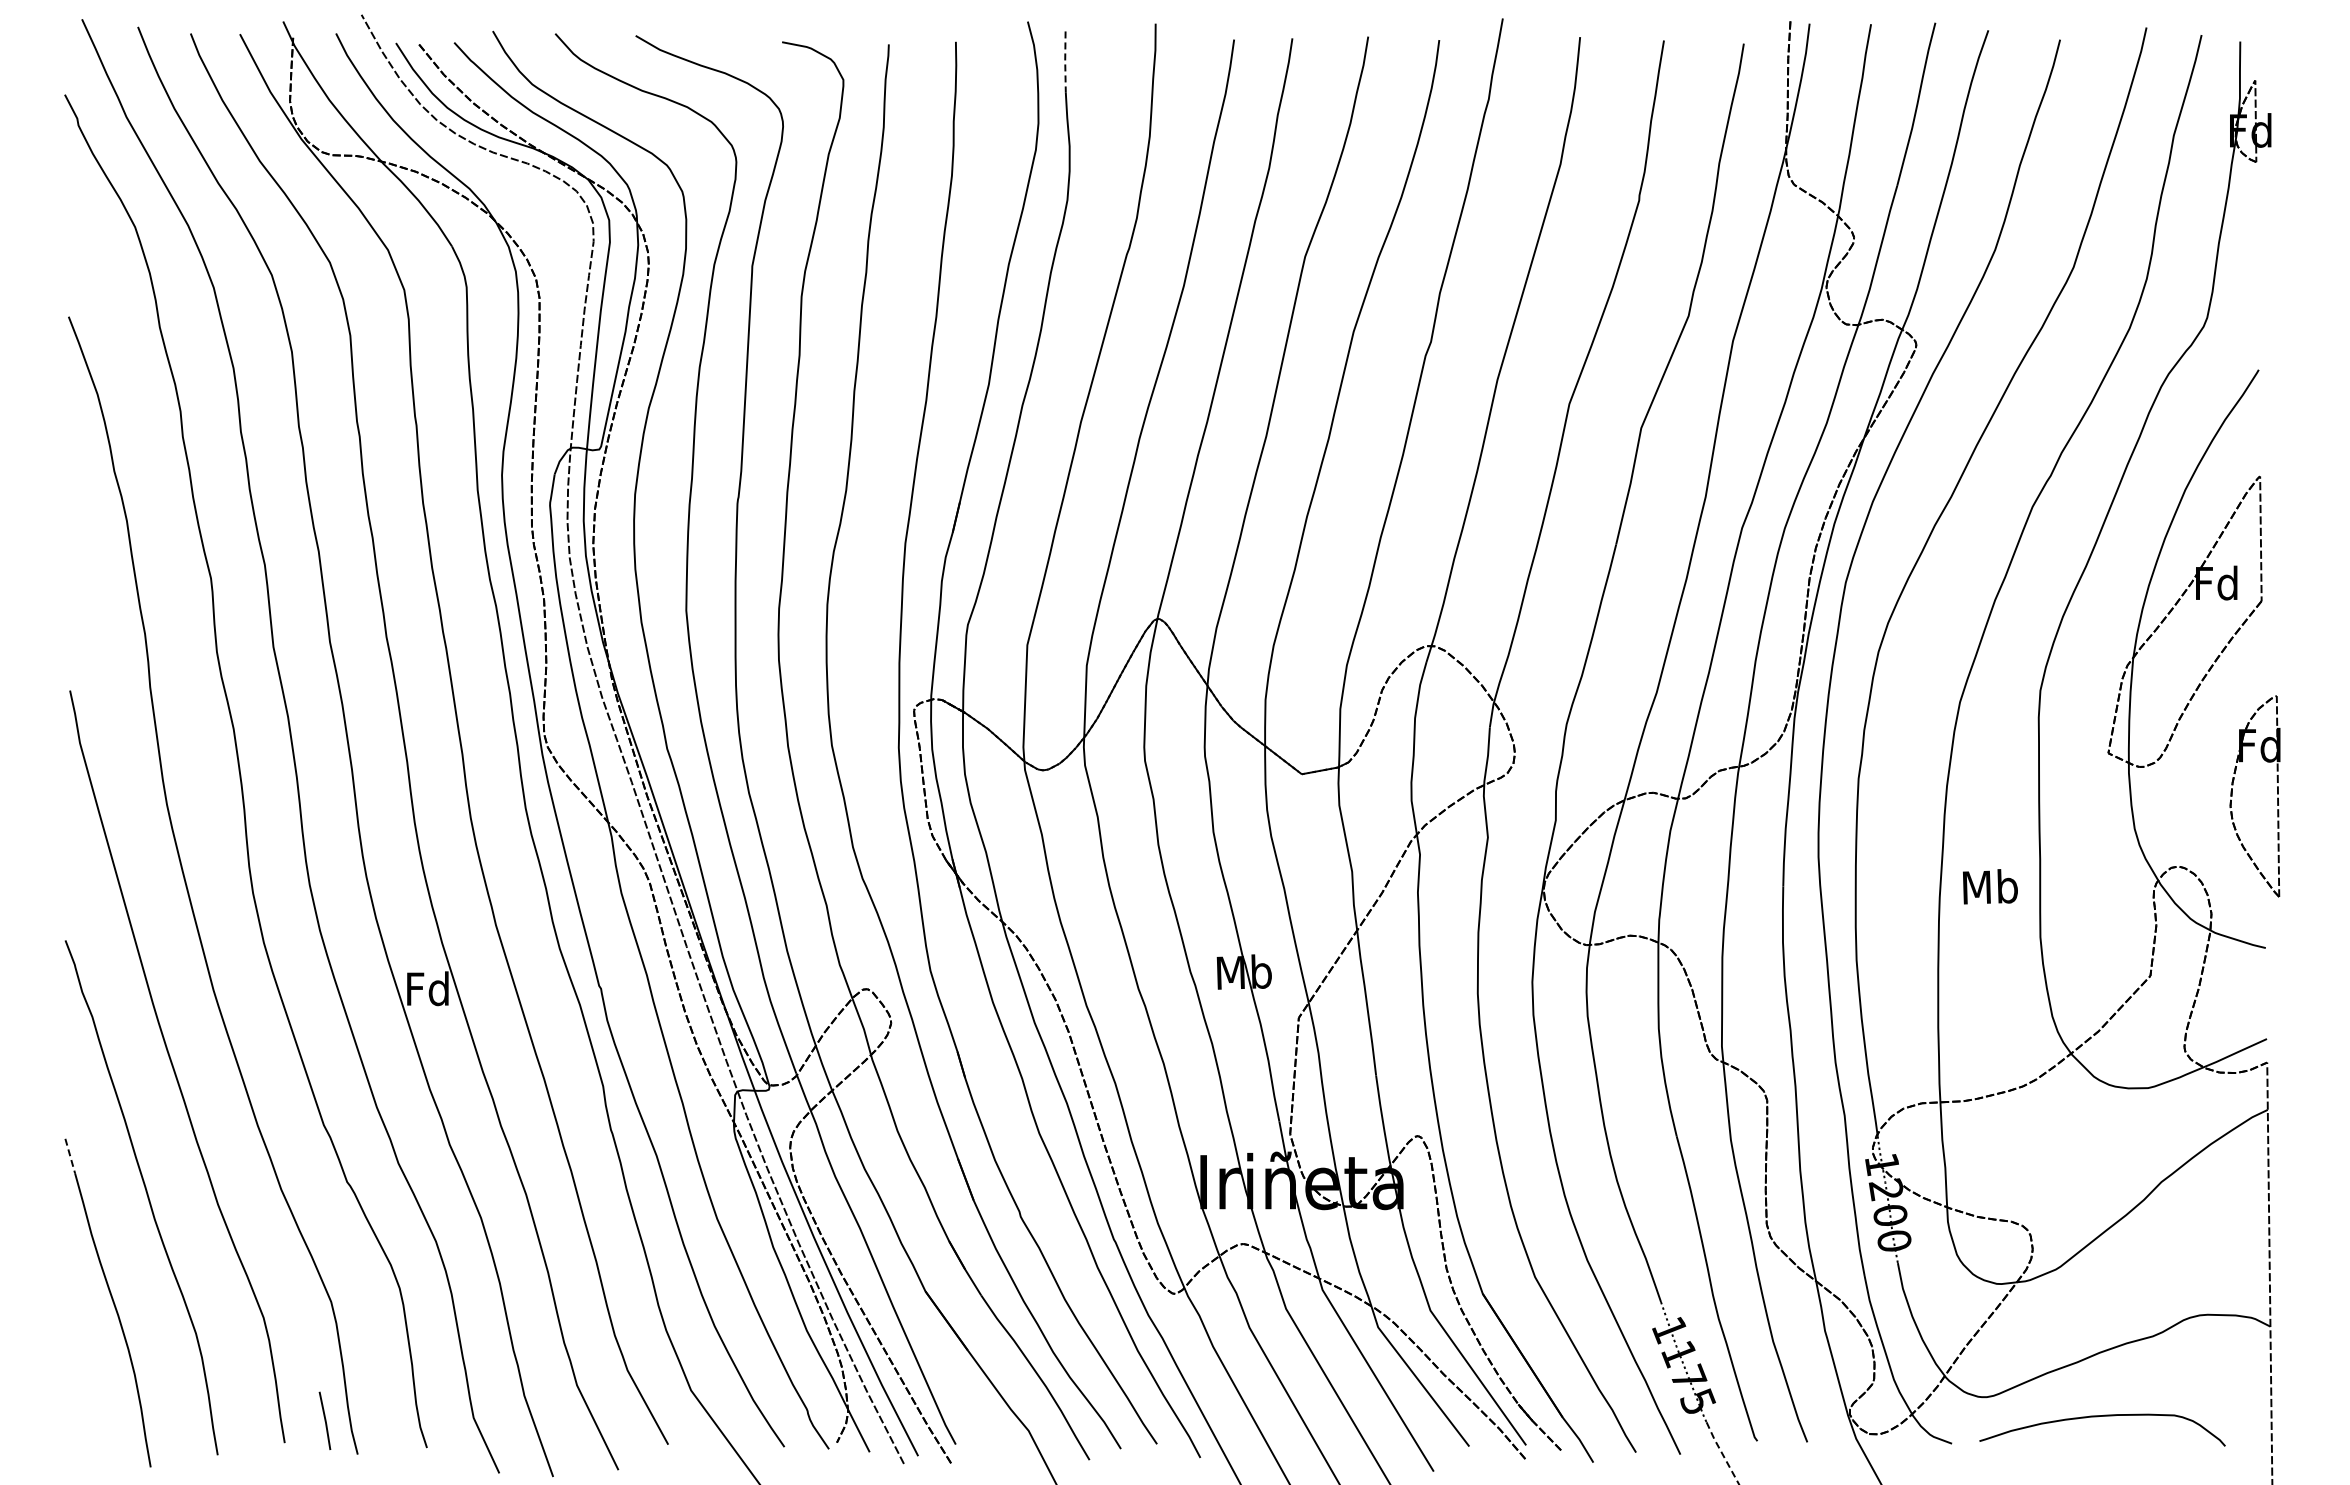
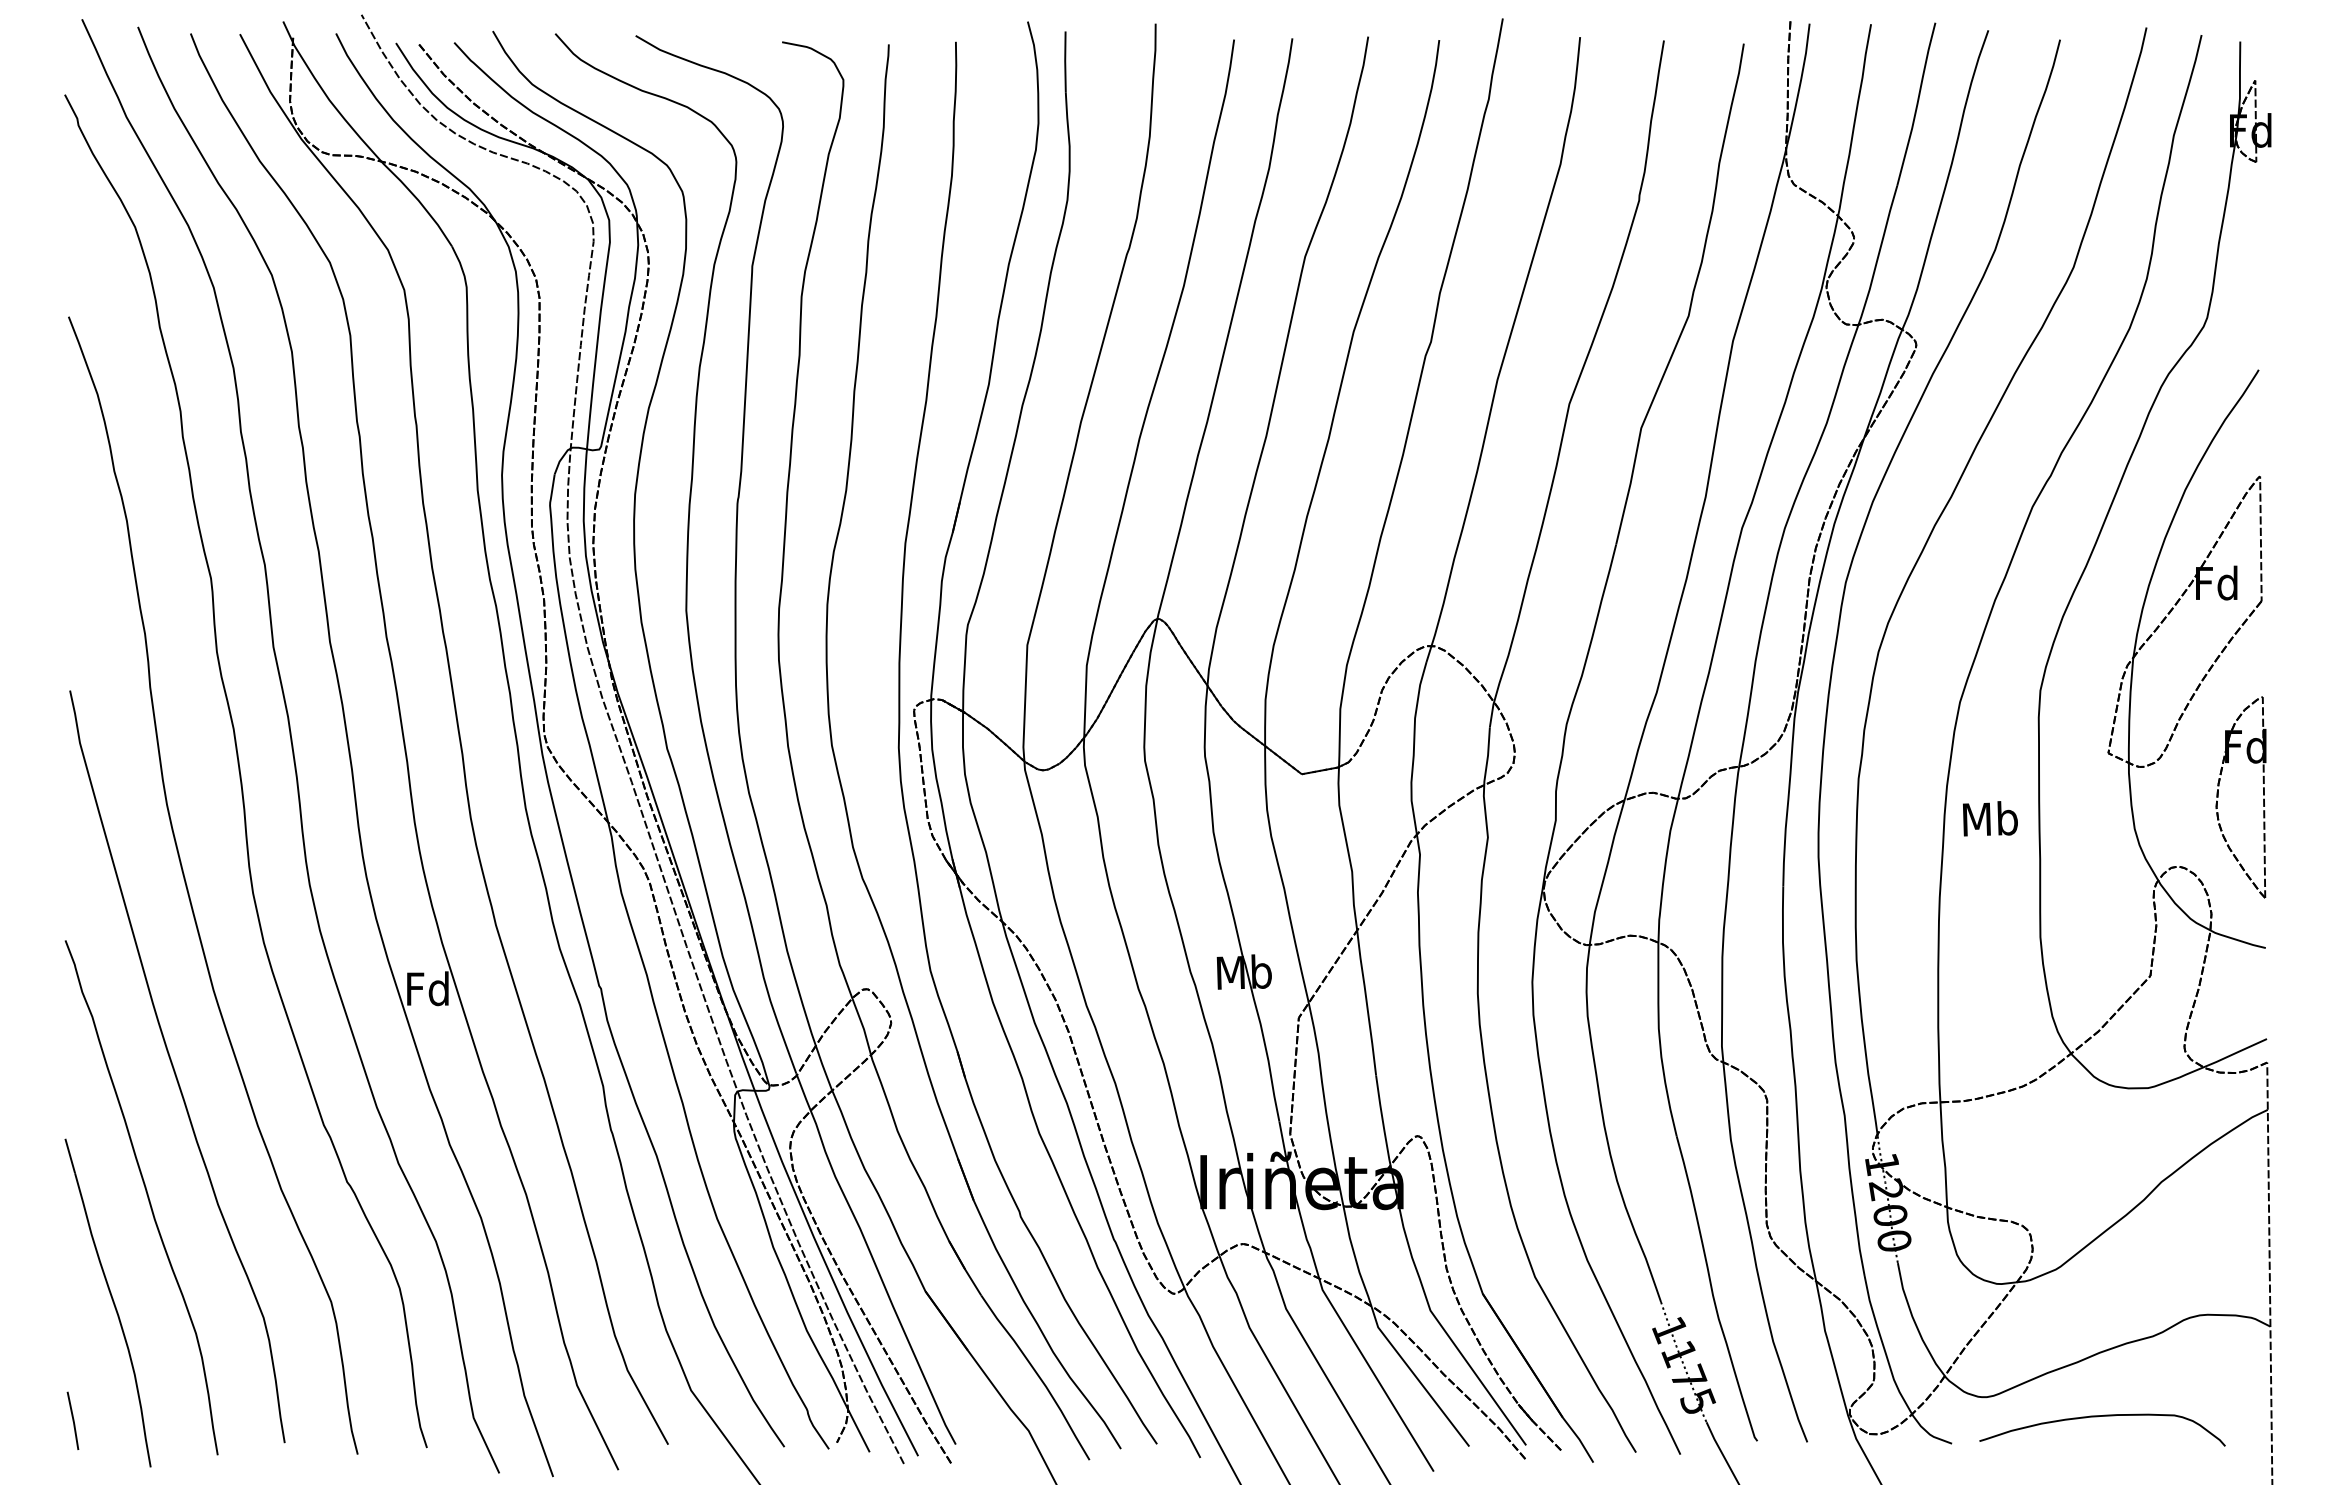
line at (1065, 62): dashed -> solid
part at (2232, 796) position: (2232, 796) -> (2218, 797)
text at (1990, 886) position: (1990, 886) -> (1990, 818)
line at (70, 1156): dashed -> solid
line at (324, 1420) position: (324, 1420) -> (72, 1420)
line at (1722, 1453): dashed -> solid
